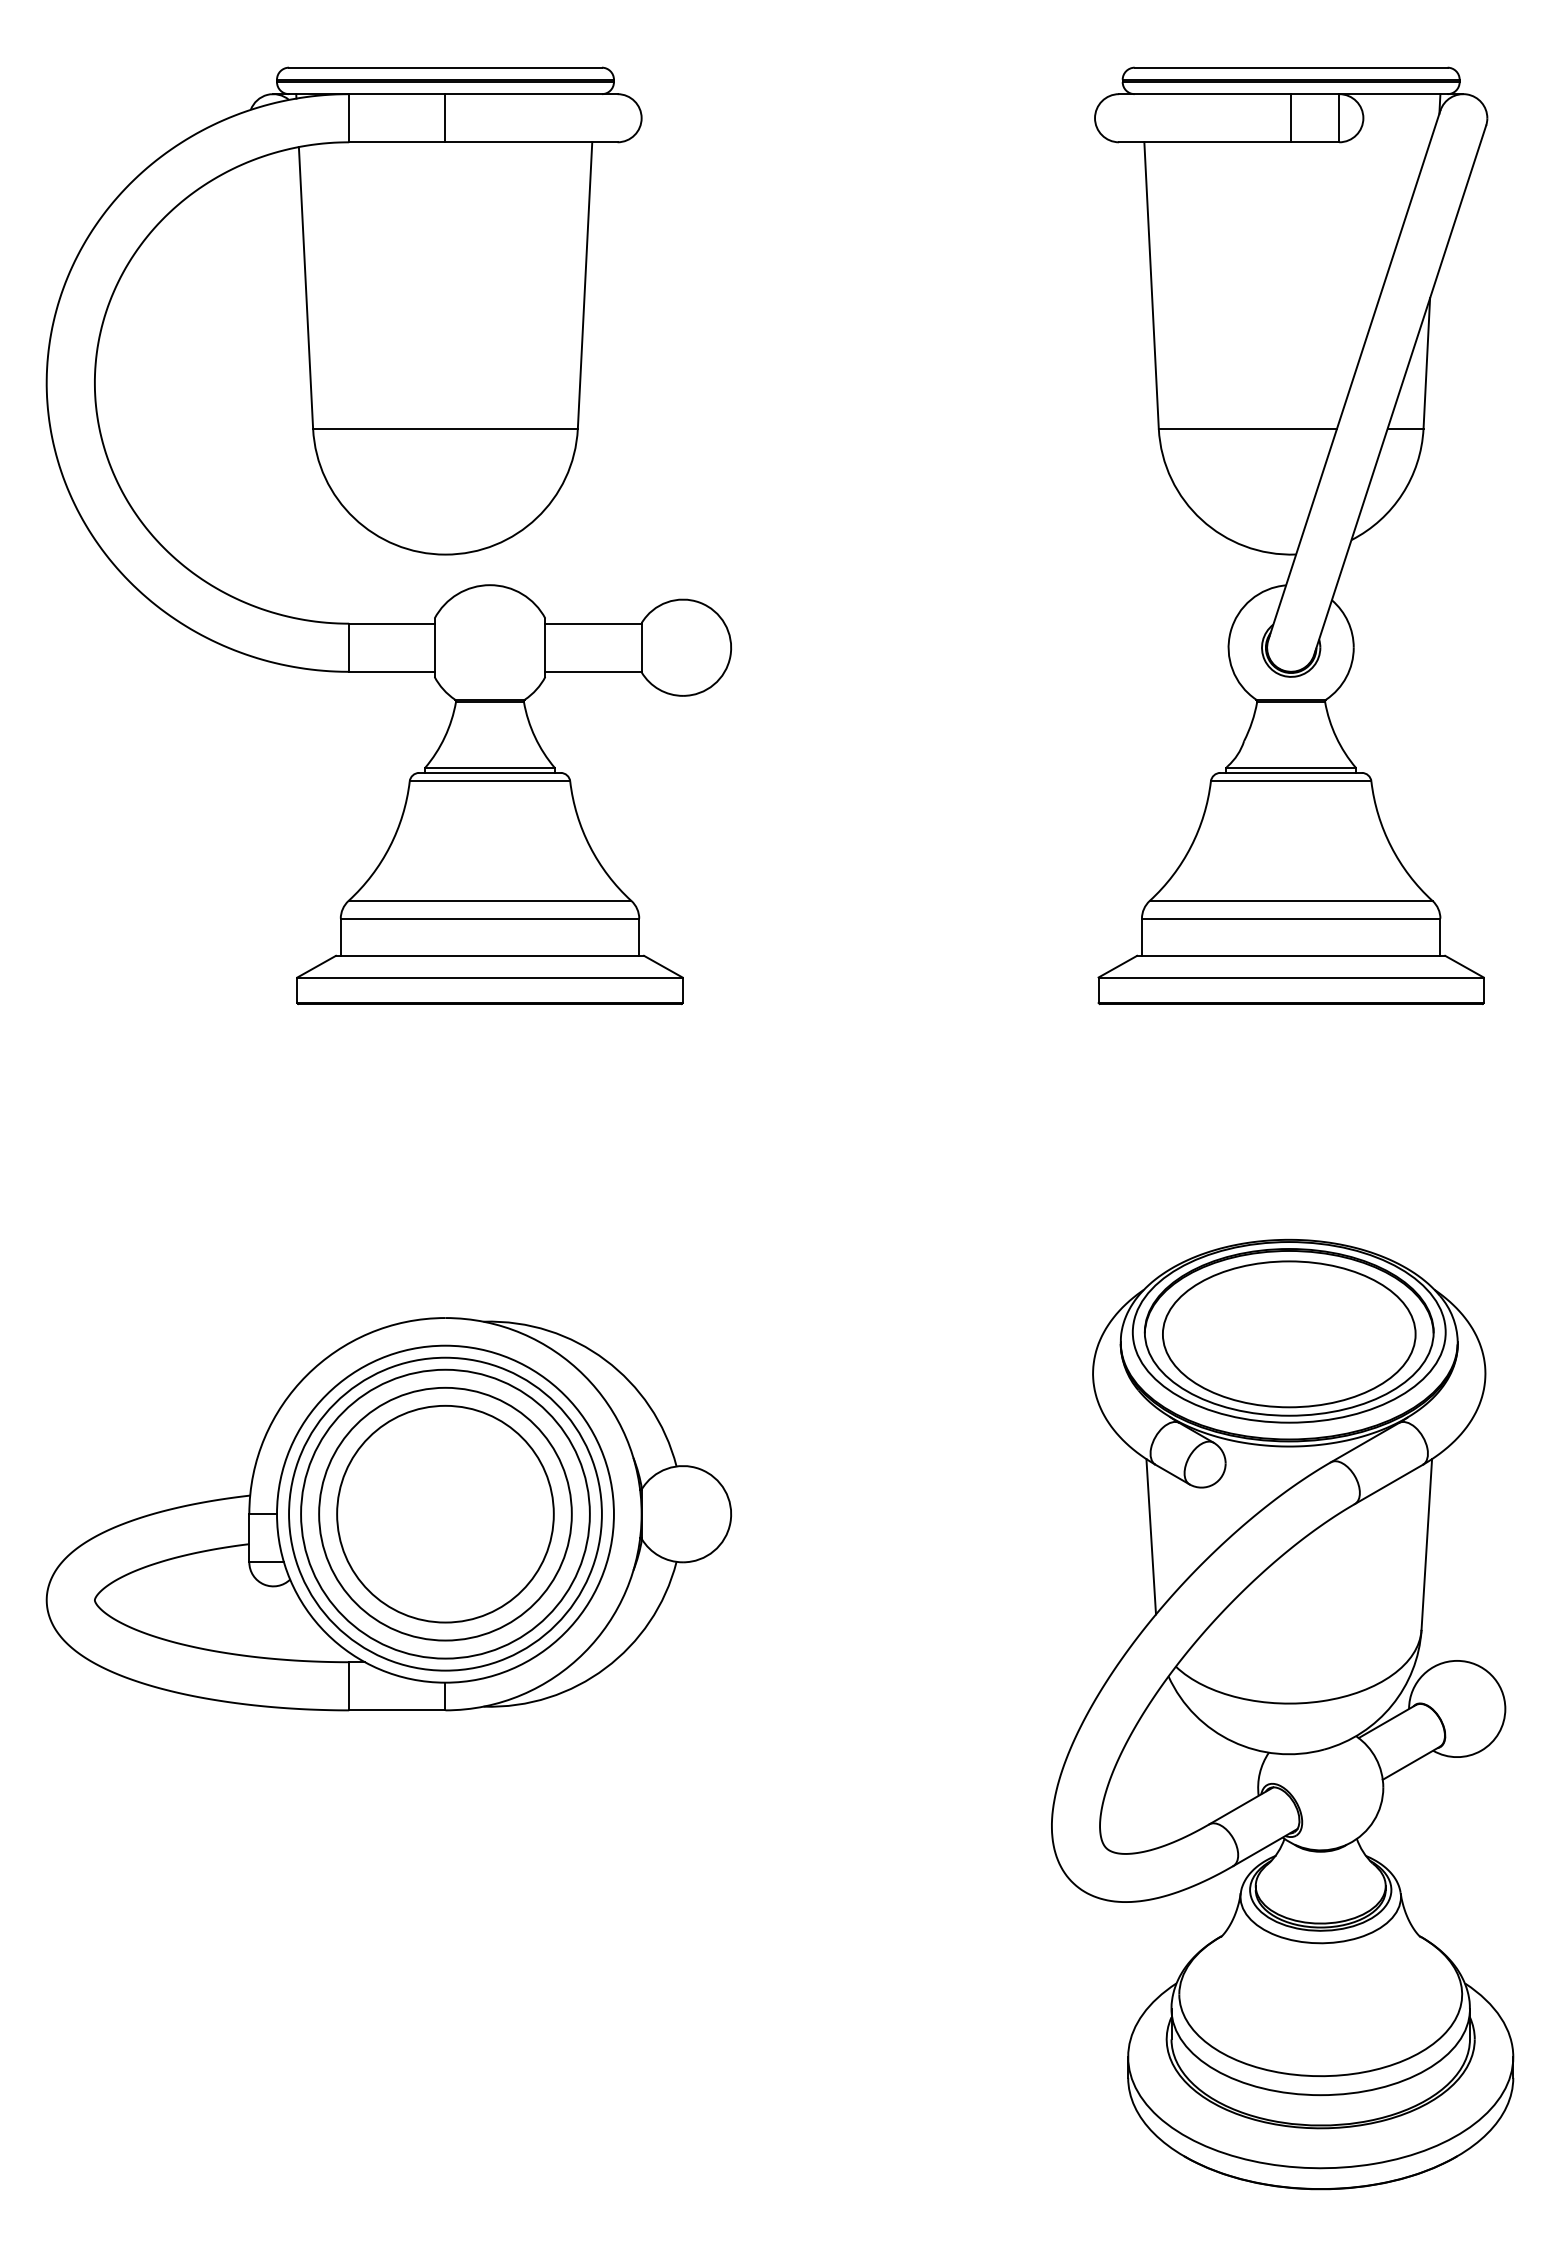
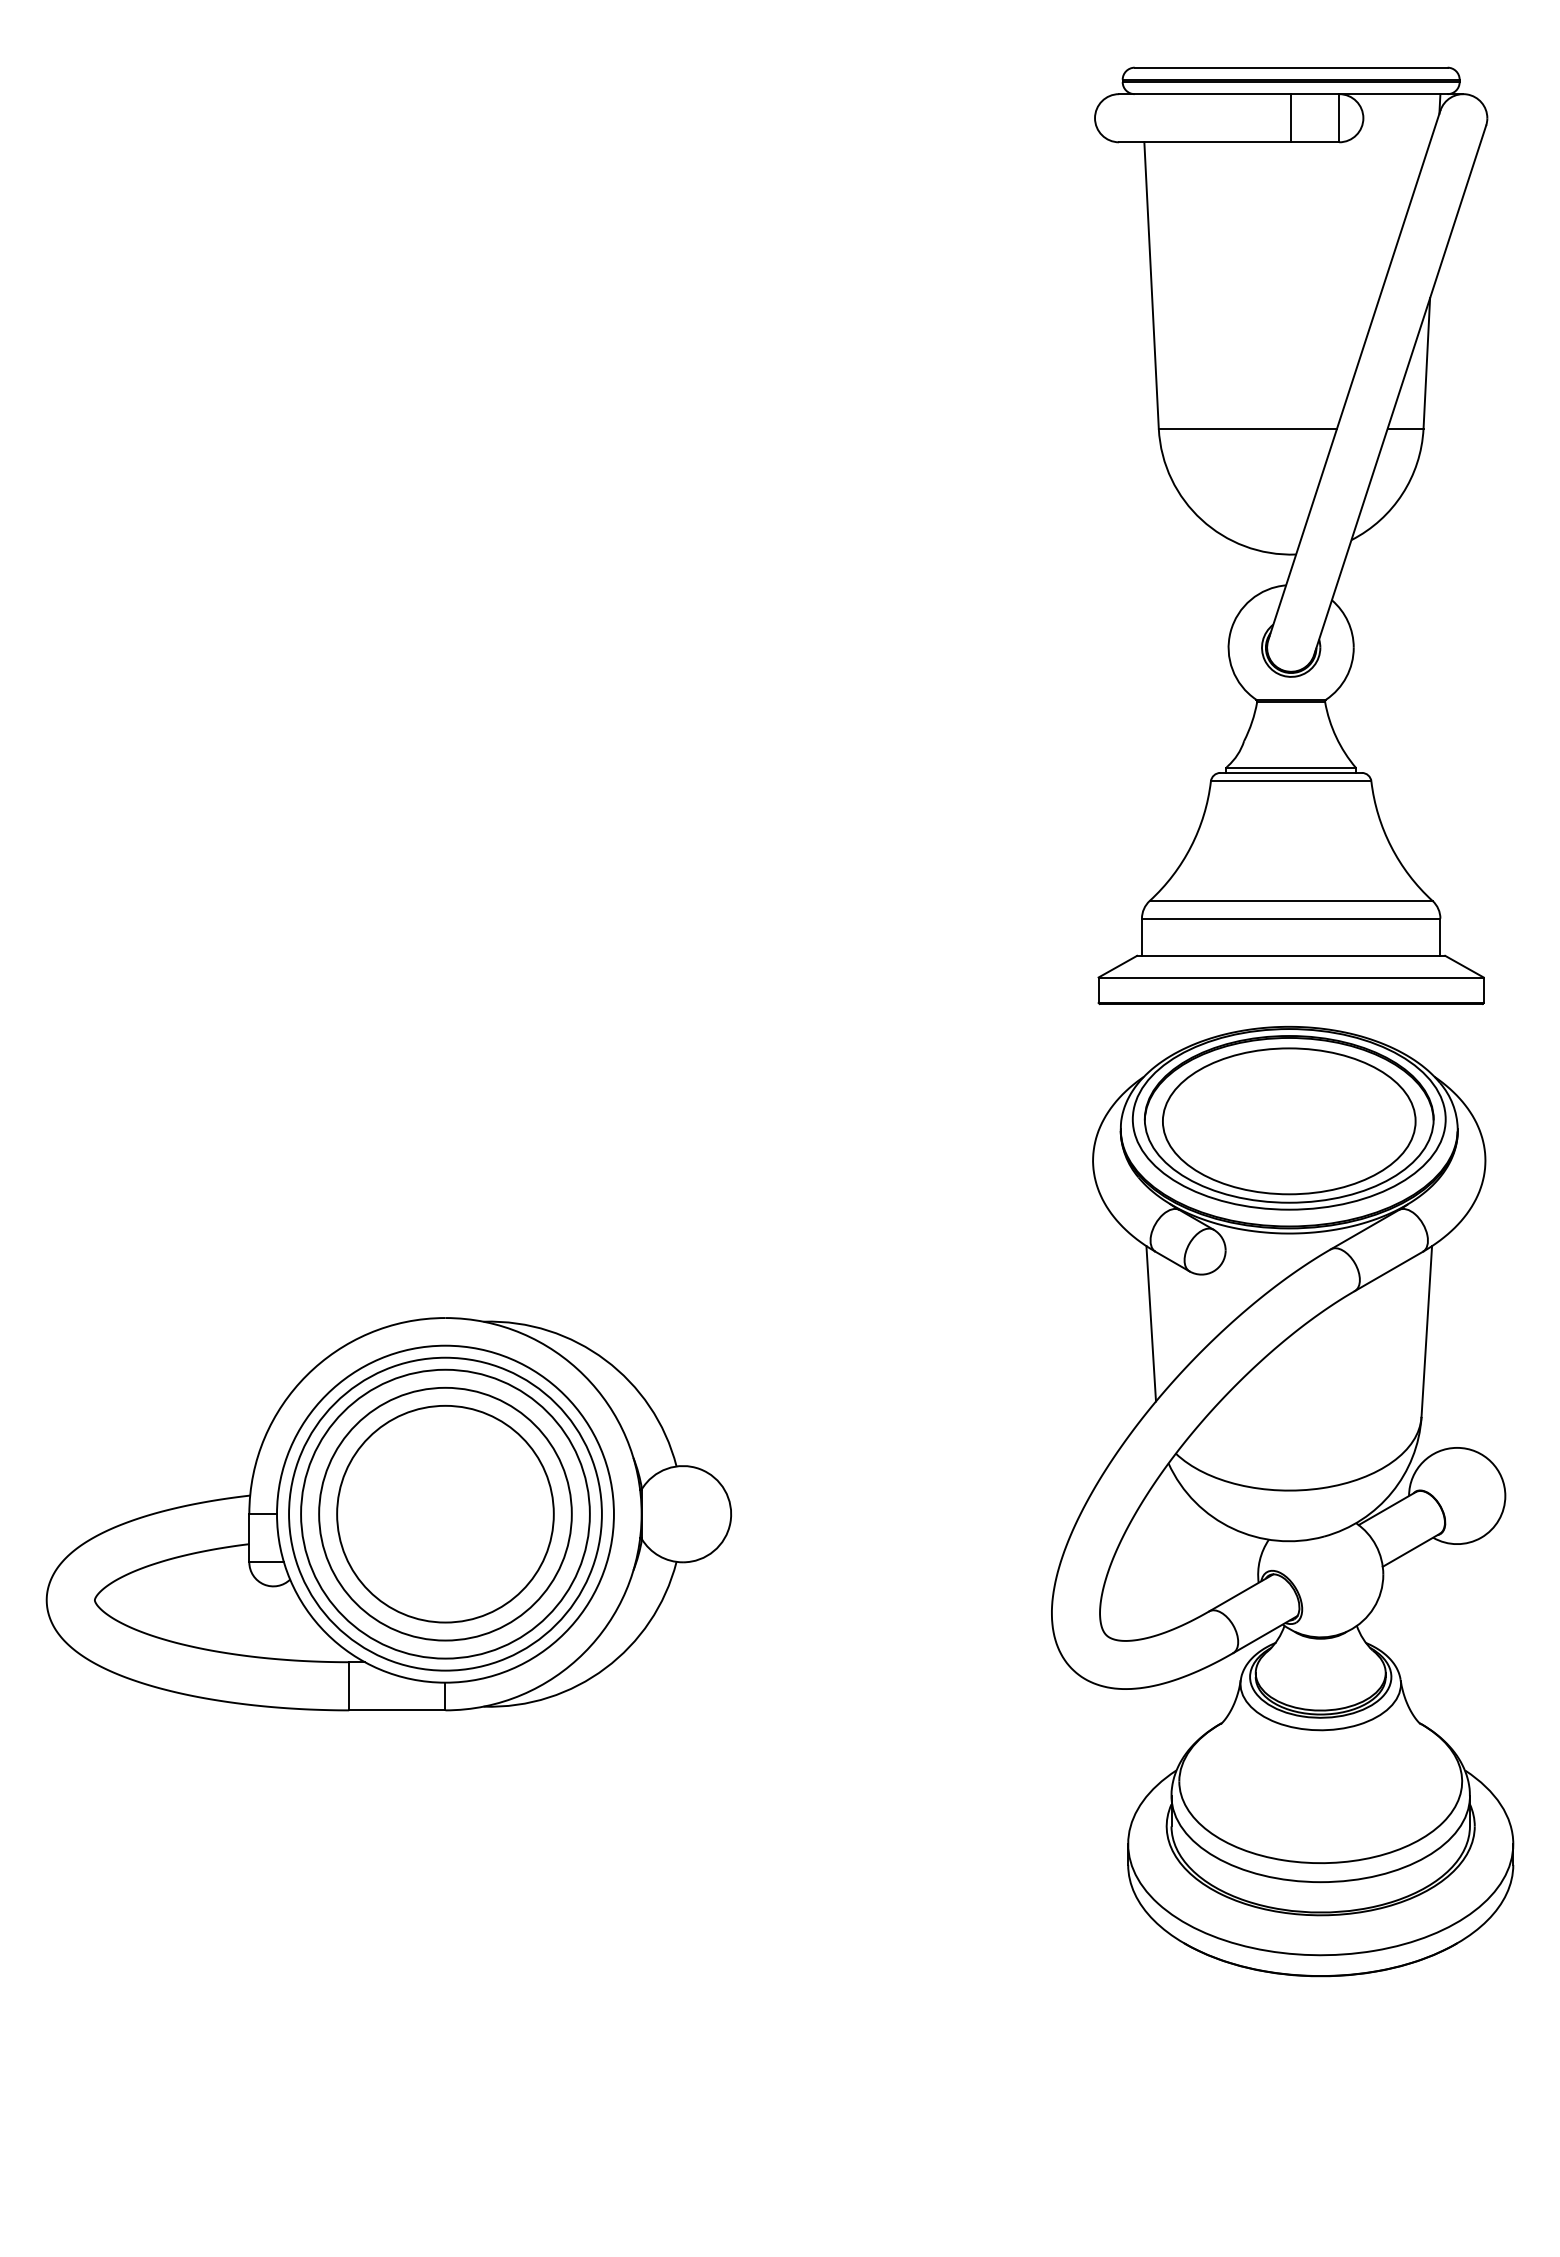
part at (388, 535): present -> none
part at (1282, 1714) position: (1282, 1714) -> (1282, 1501)
